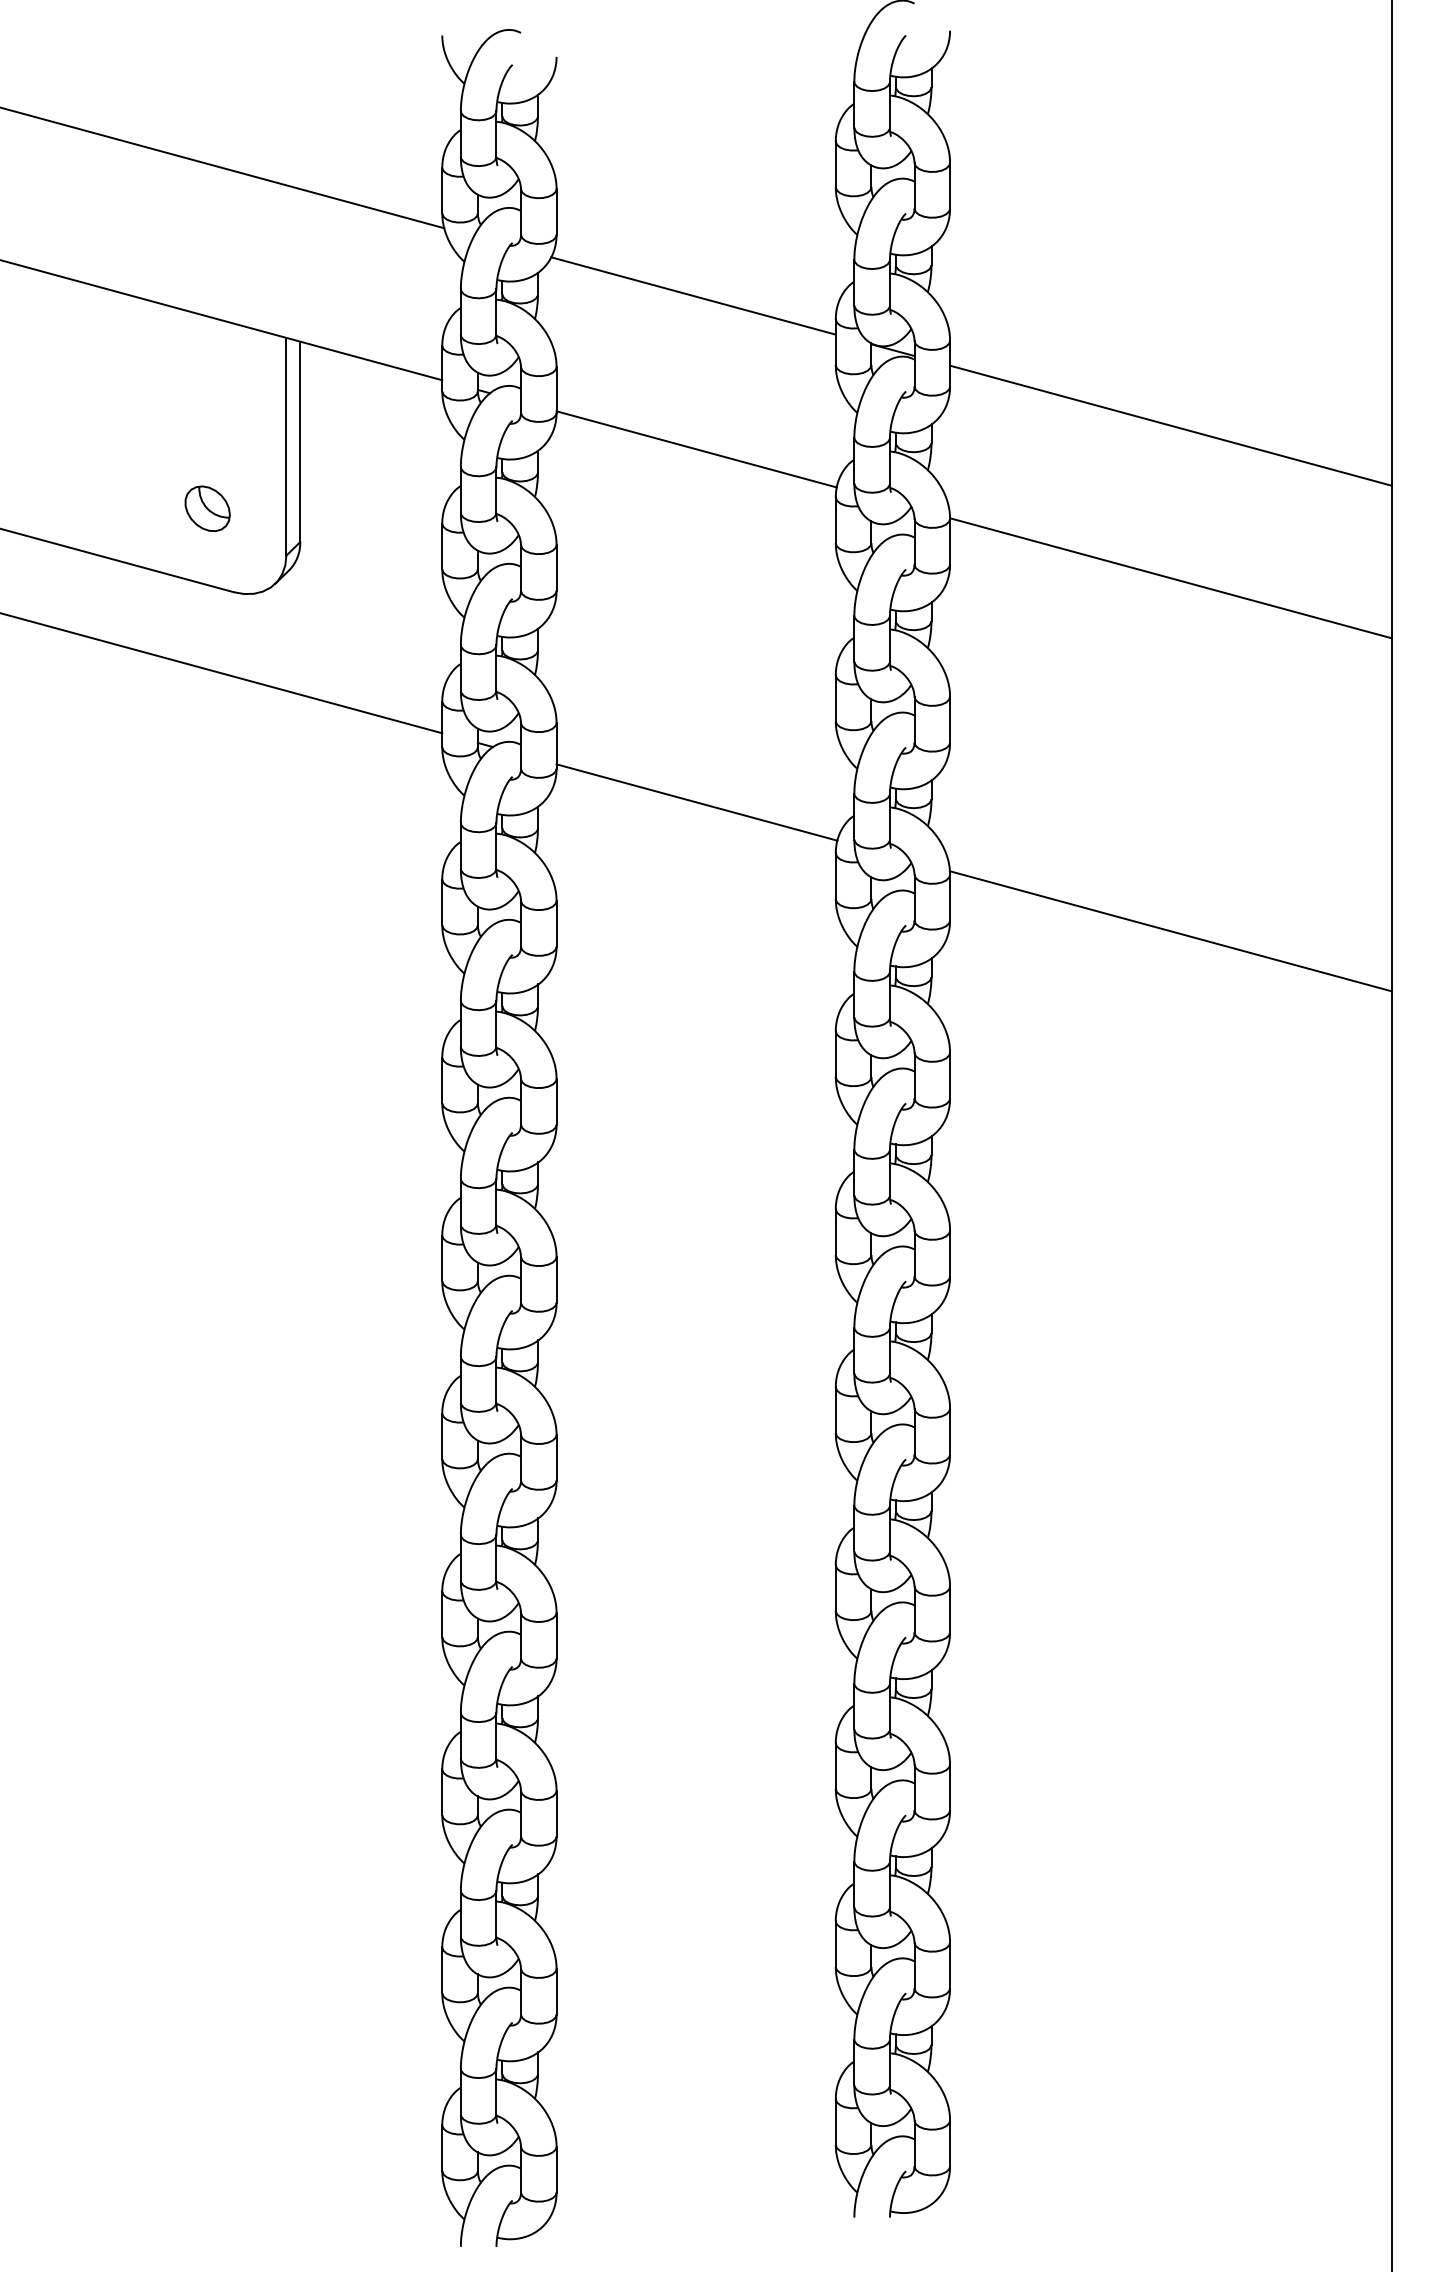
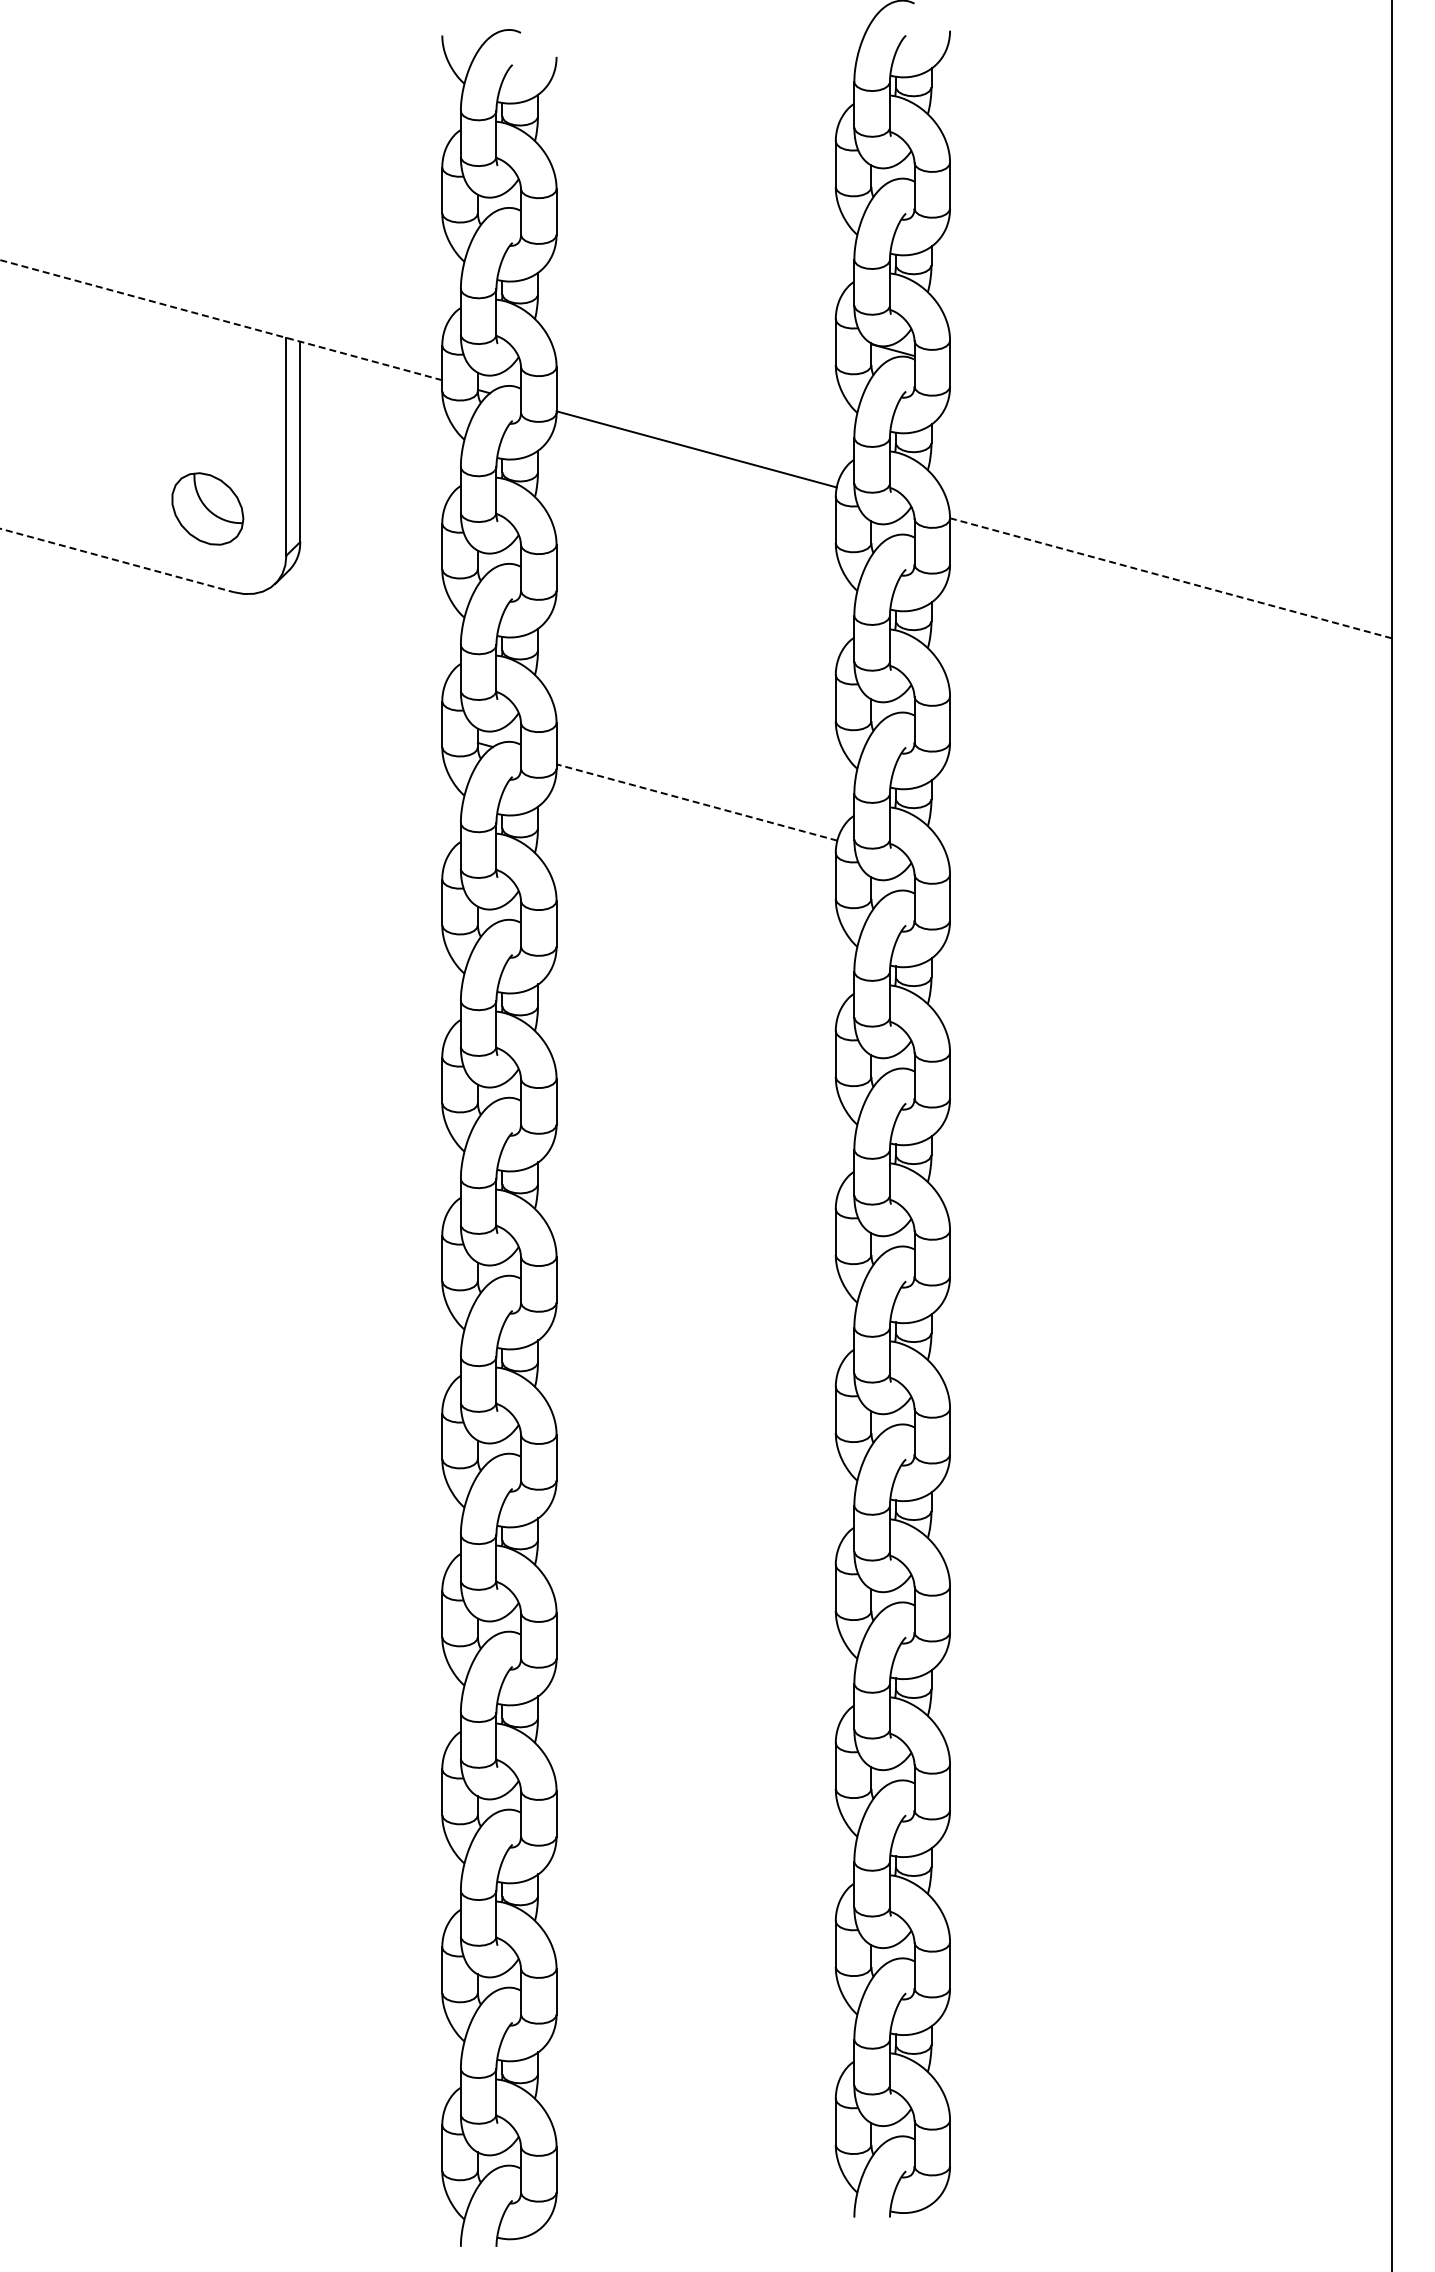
line at (223, 168): present -> none
line at (693, 295): present -> none
line at (221, 320): solid -> dashed
line at (1170, 425): present -> none
part at (207, 508) size: 47x47 px -> 74x74 px
line at (117, 560): solid -> dashed
line at (1170, 578): solid -> dashed
line at (222, 673): present -> none
line at (697, 802): solid -> dashed
line at (1170, 931): present -> none
